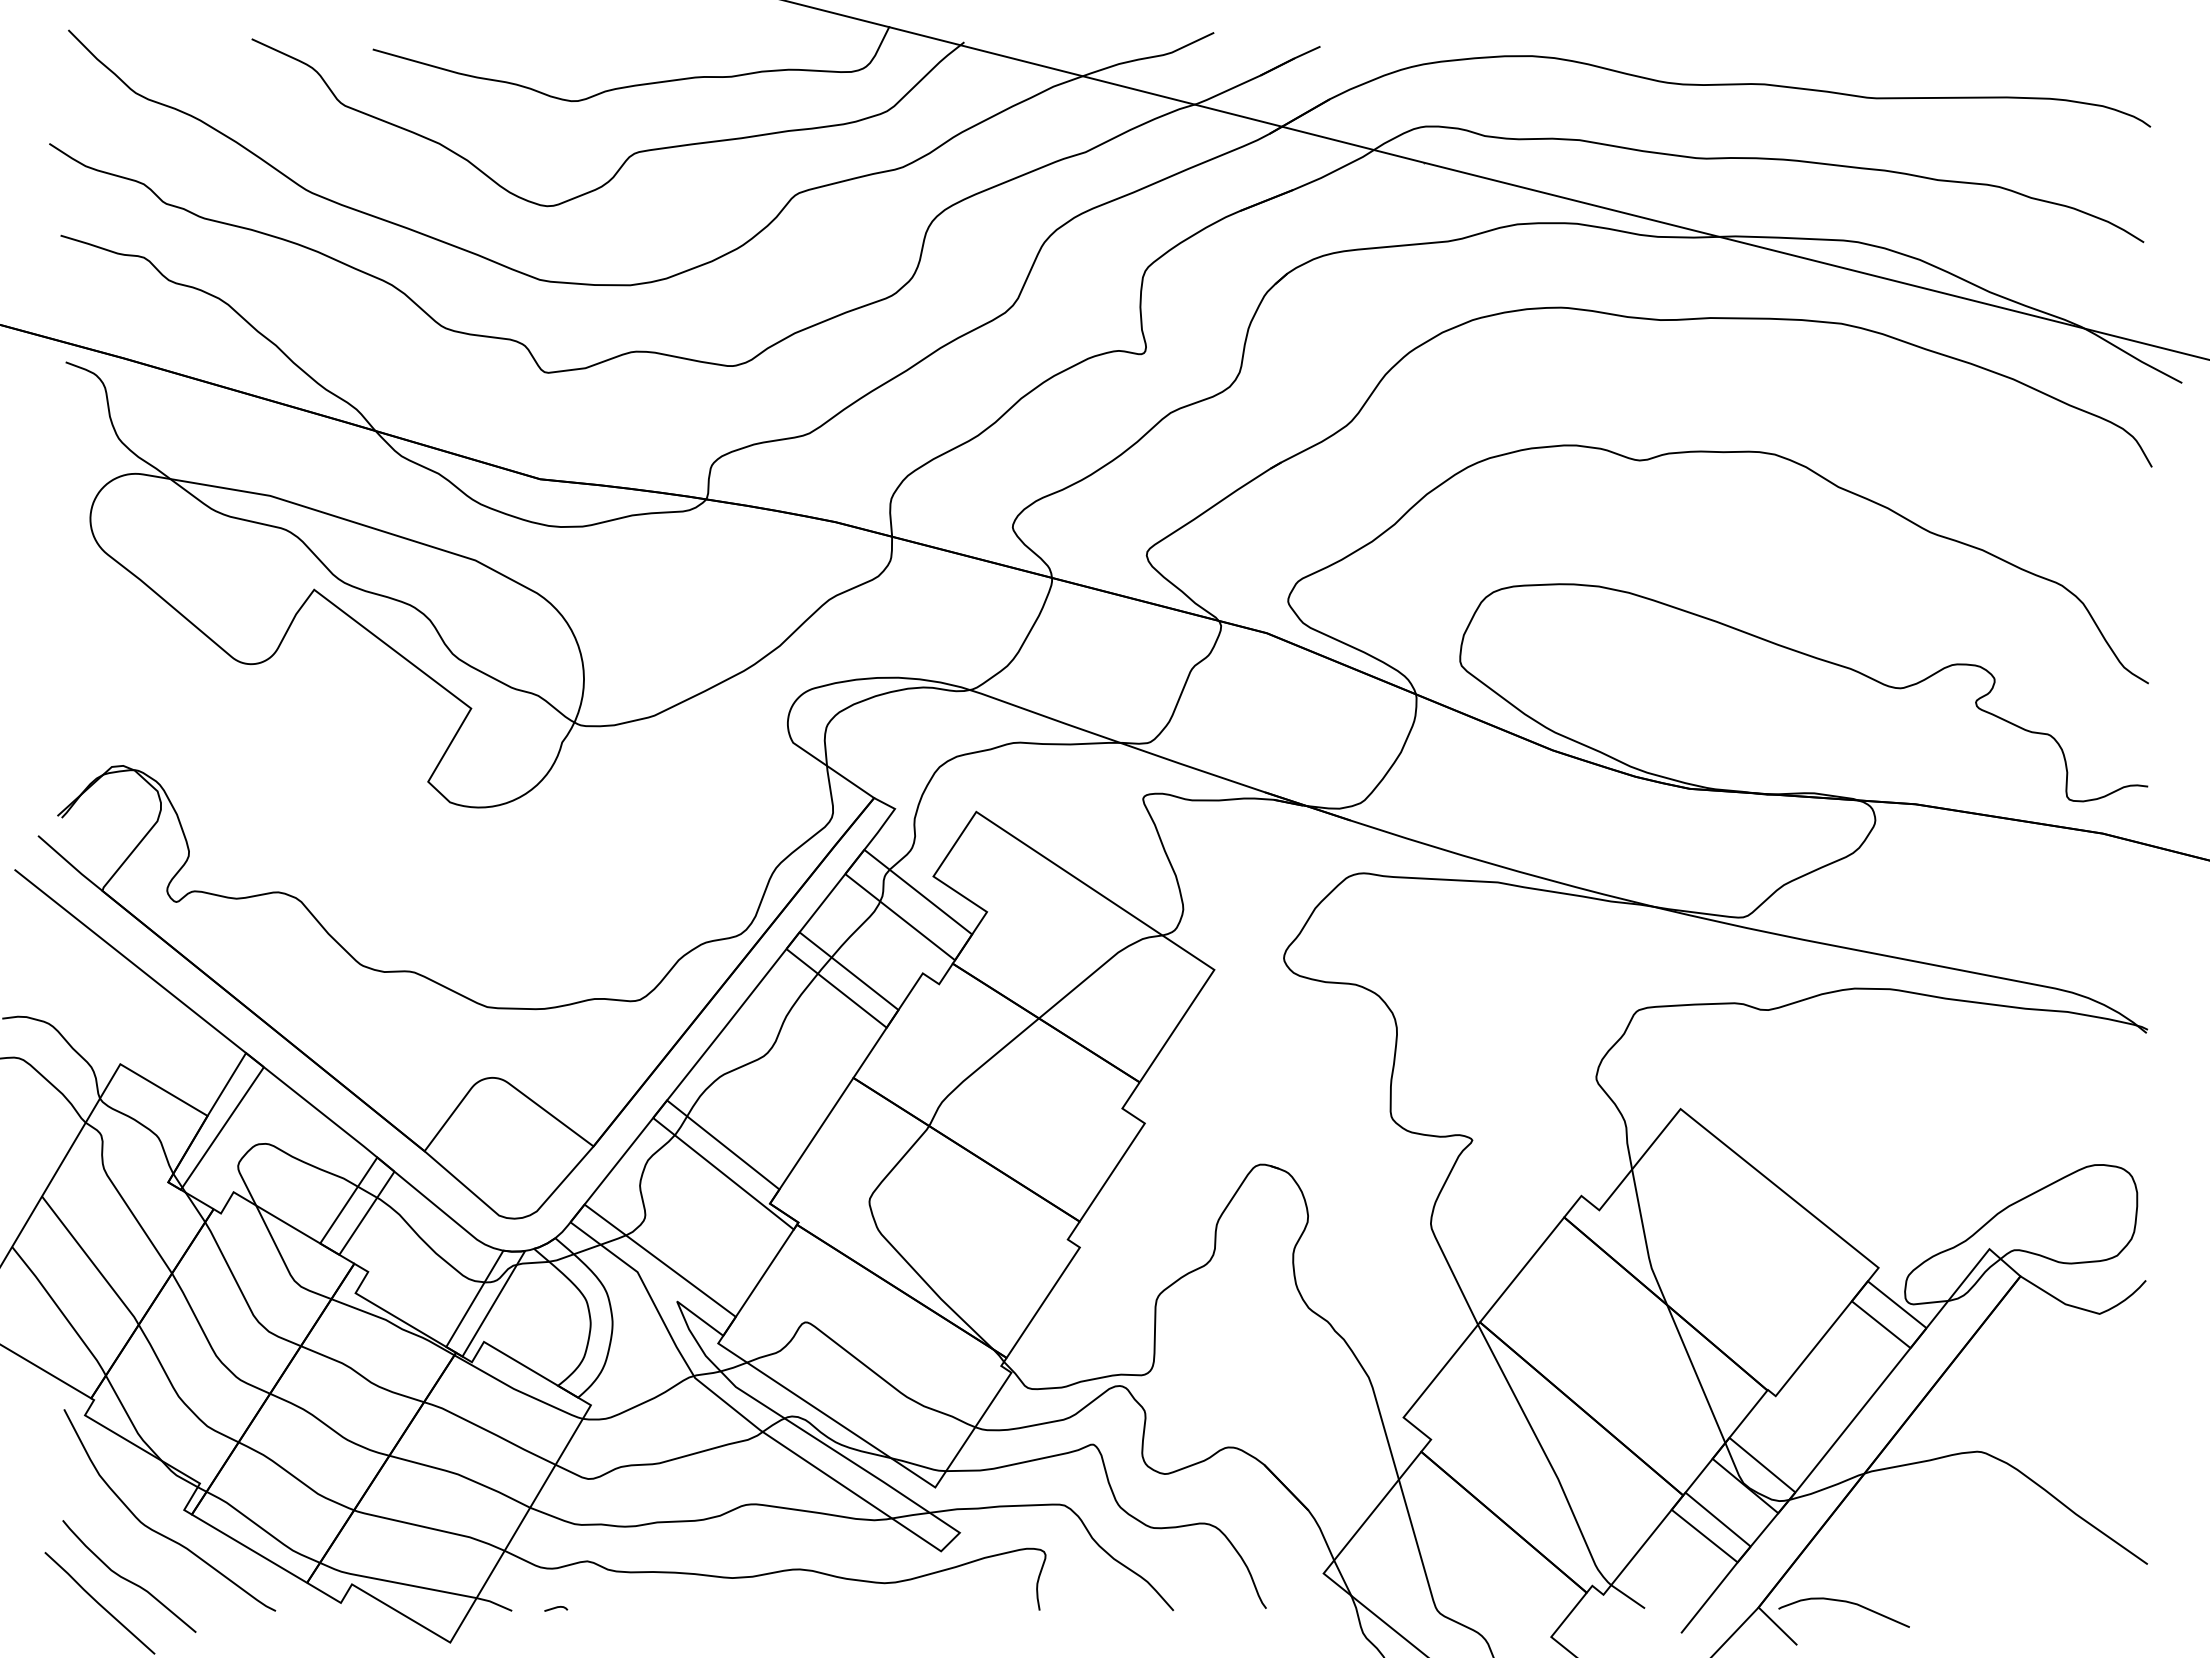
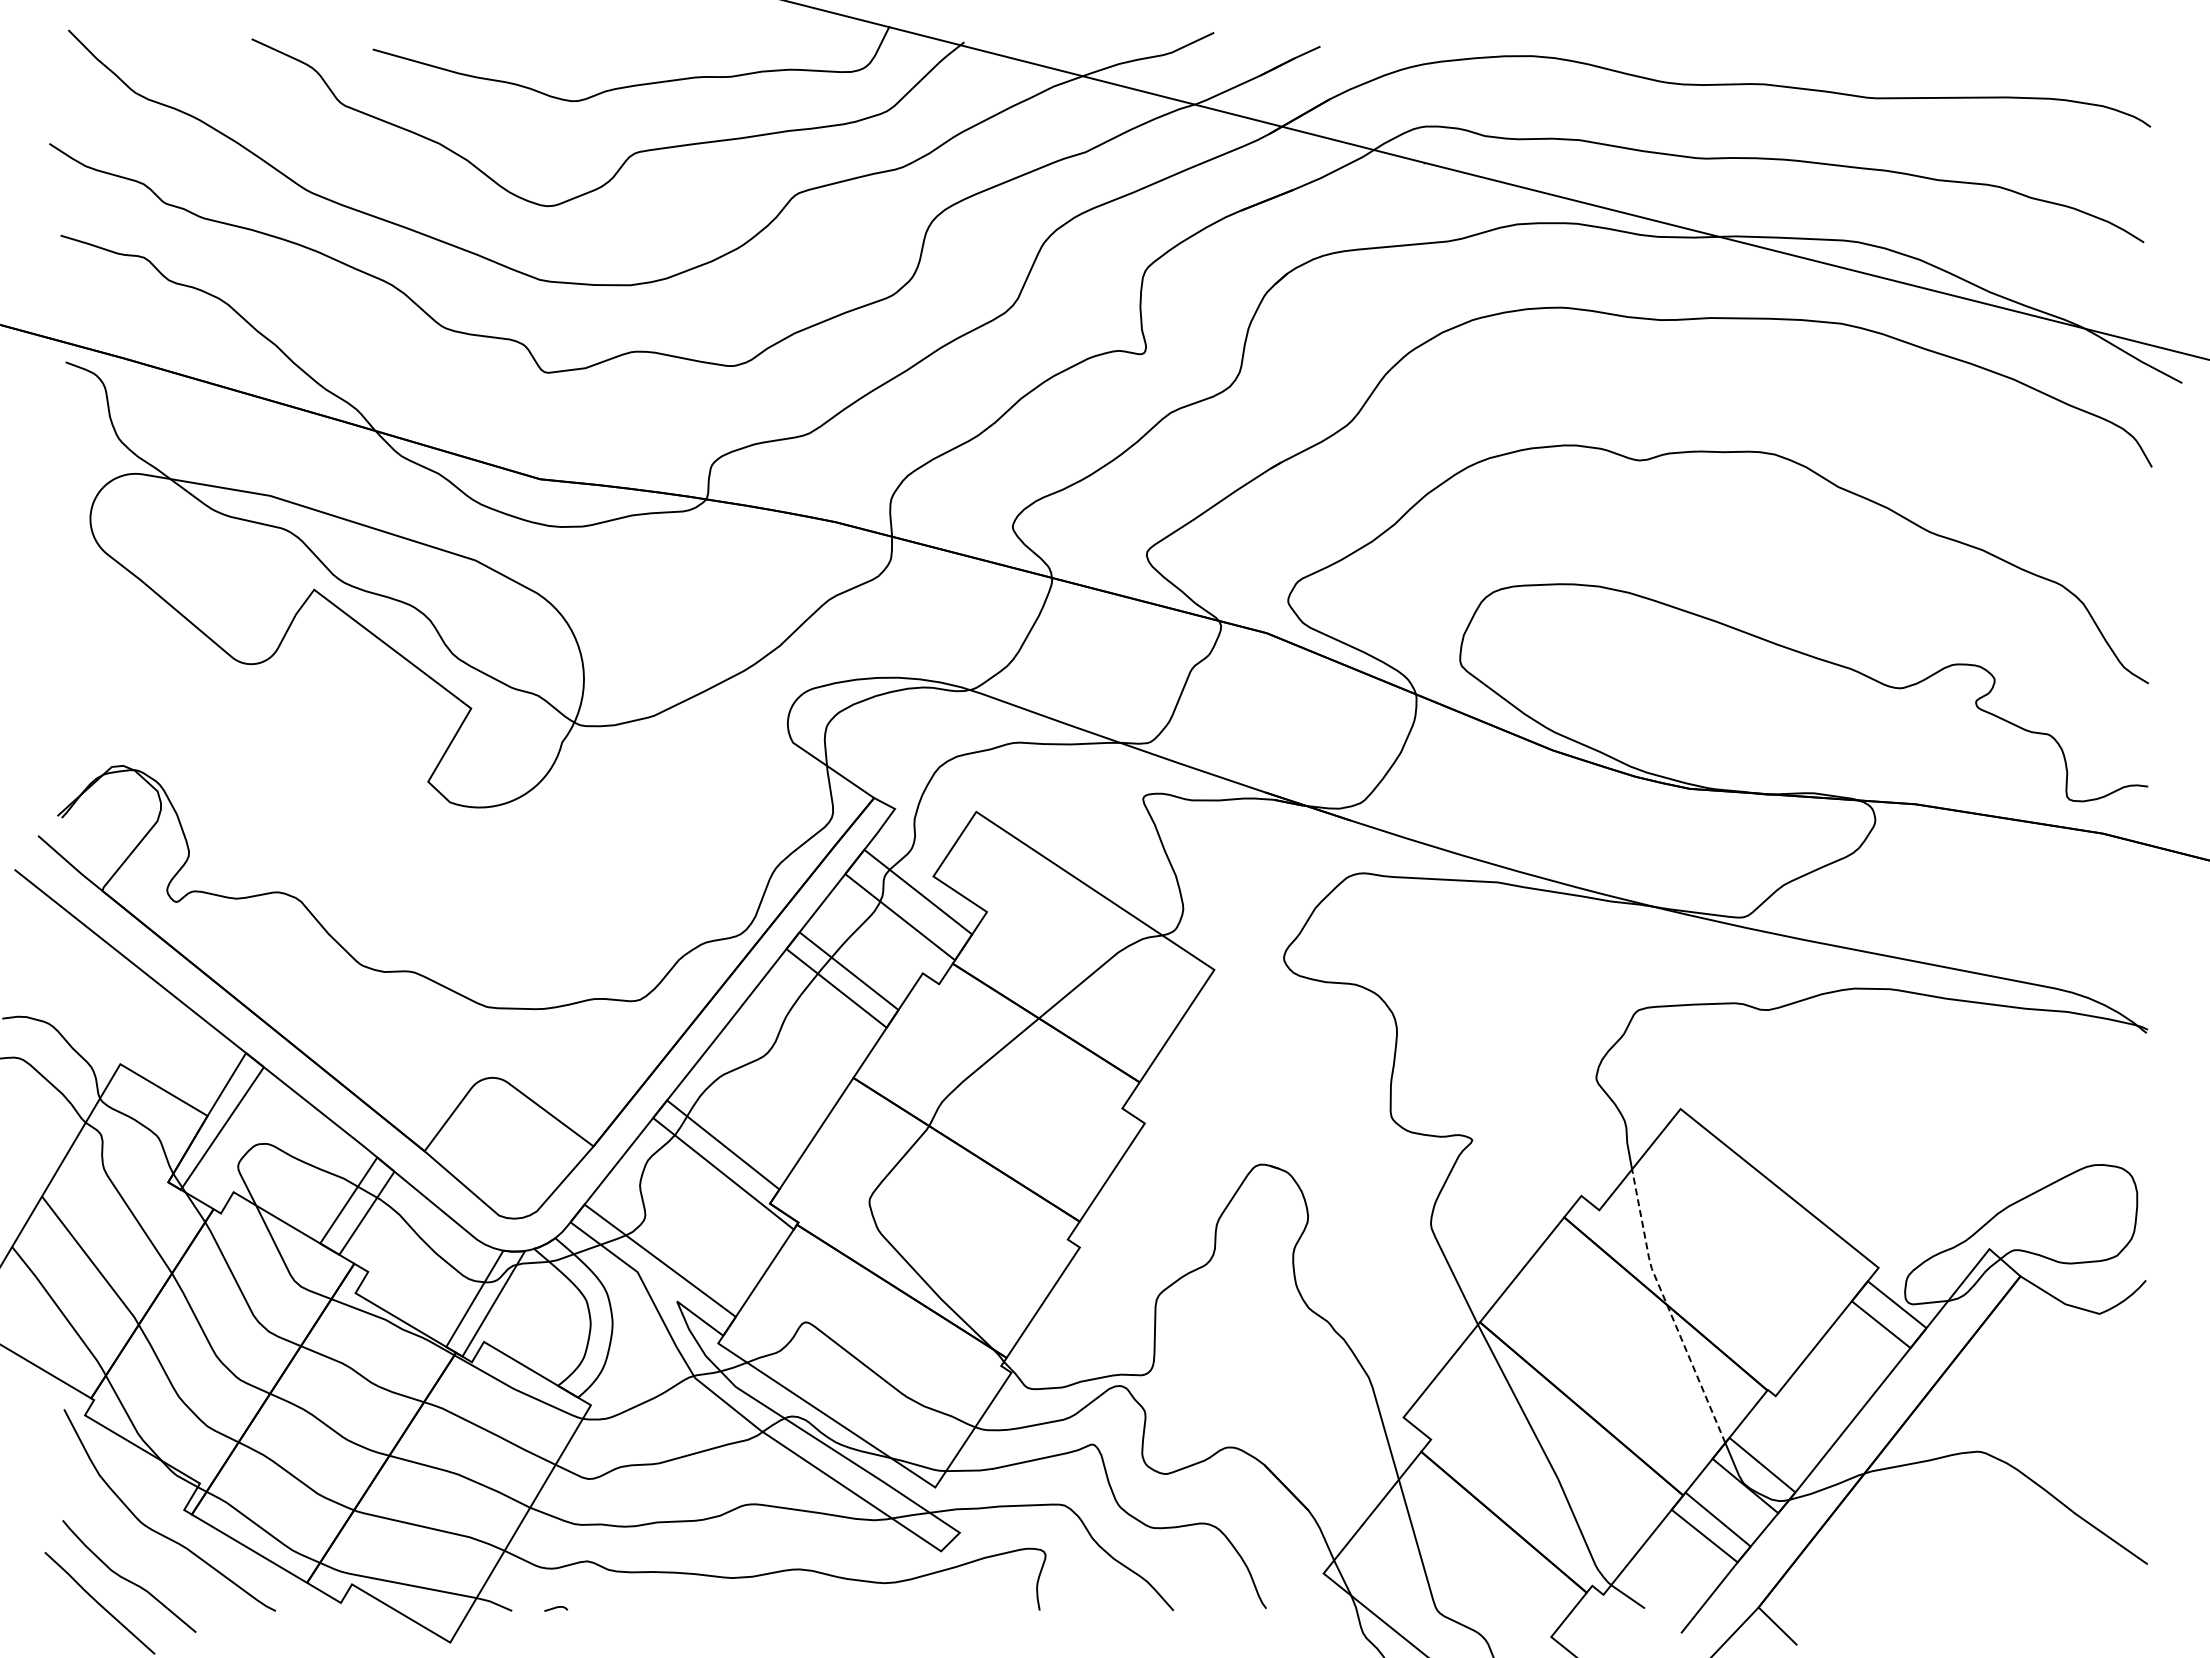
line at (1668, 1307): solid -> dashed
curve at (1843, 1602): present -> none
